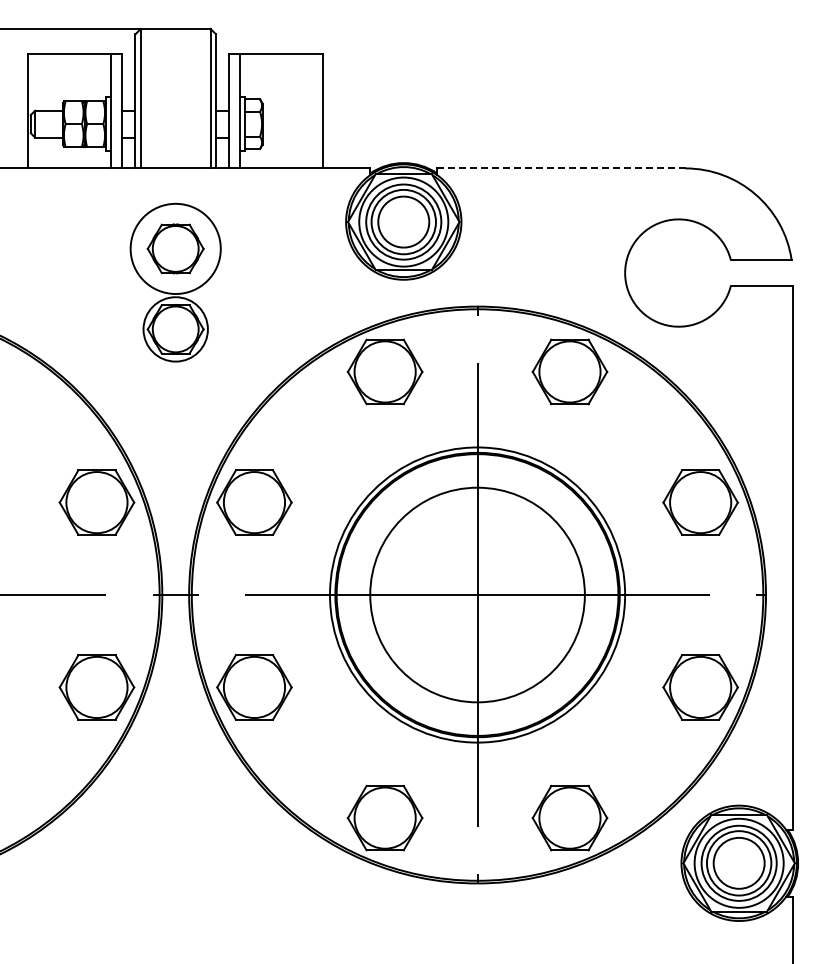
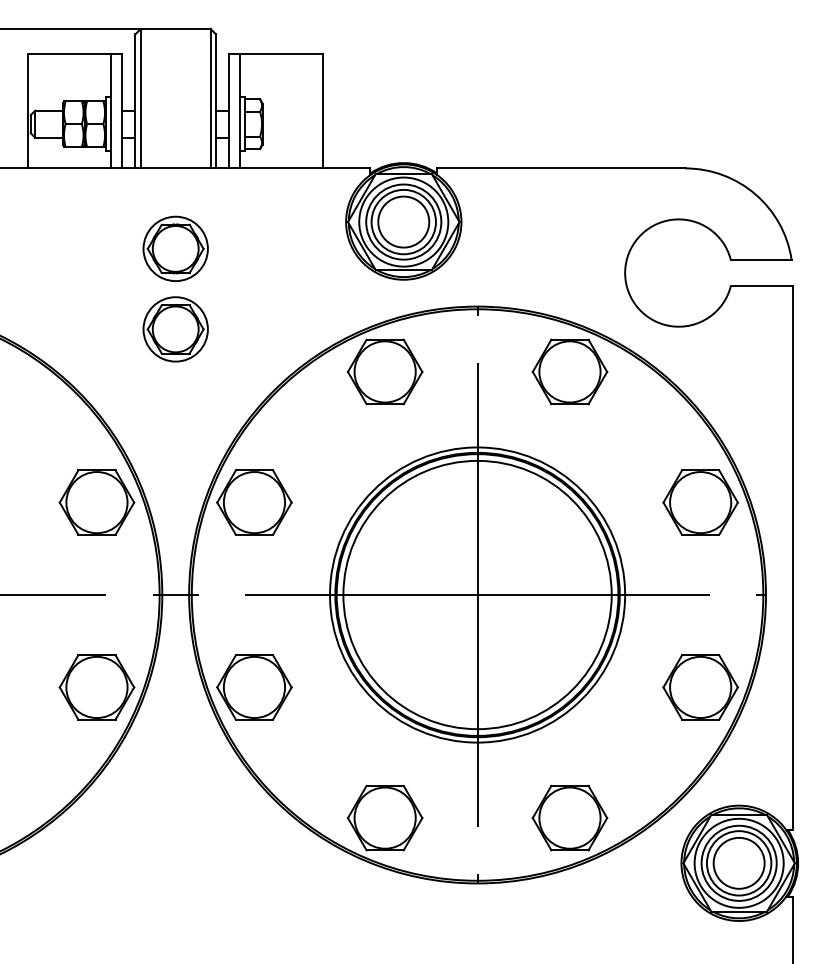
line at (560, 168): dashed -> solid
circle at (175, 248) diameter: 90 px -> 64 px
circle at (477, 594) diameter: 215 px -> 268 px
